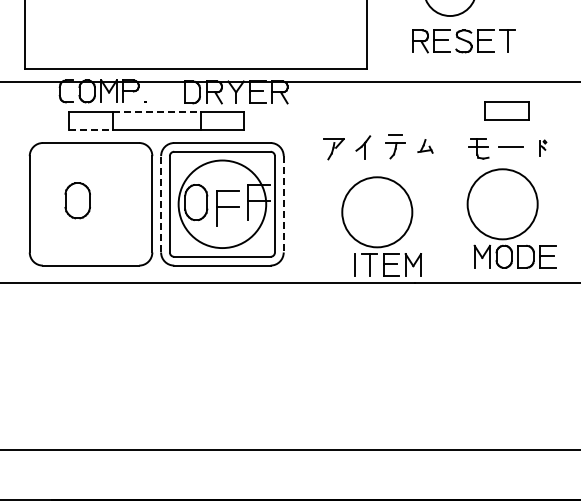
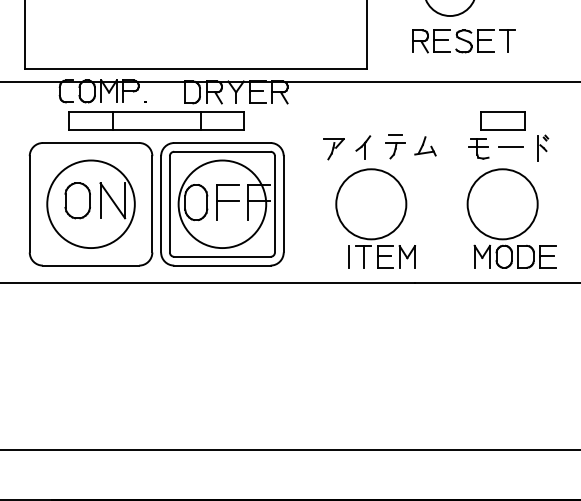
part at (506, 110) position: (506, 110) -> (502, 120)
line at (156, 112): dashed -> solid
line at (91, 129): dashed -> solid
part at (425, 146) size: 17x15 px -> 23x21 px
part at (543, 147) size: 9x18 px -> 13x28 px
part at (90, 203): none -> present
line at (161, 203): dashed -> solid
line at (283, 204): dashed -> solid
part at (227, 208) position: (227, 208) -> (227, 202)
part at (381, 226) position: (381, 226) -> (375, 218)
